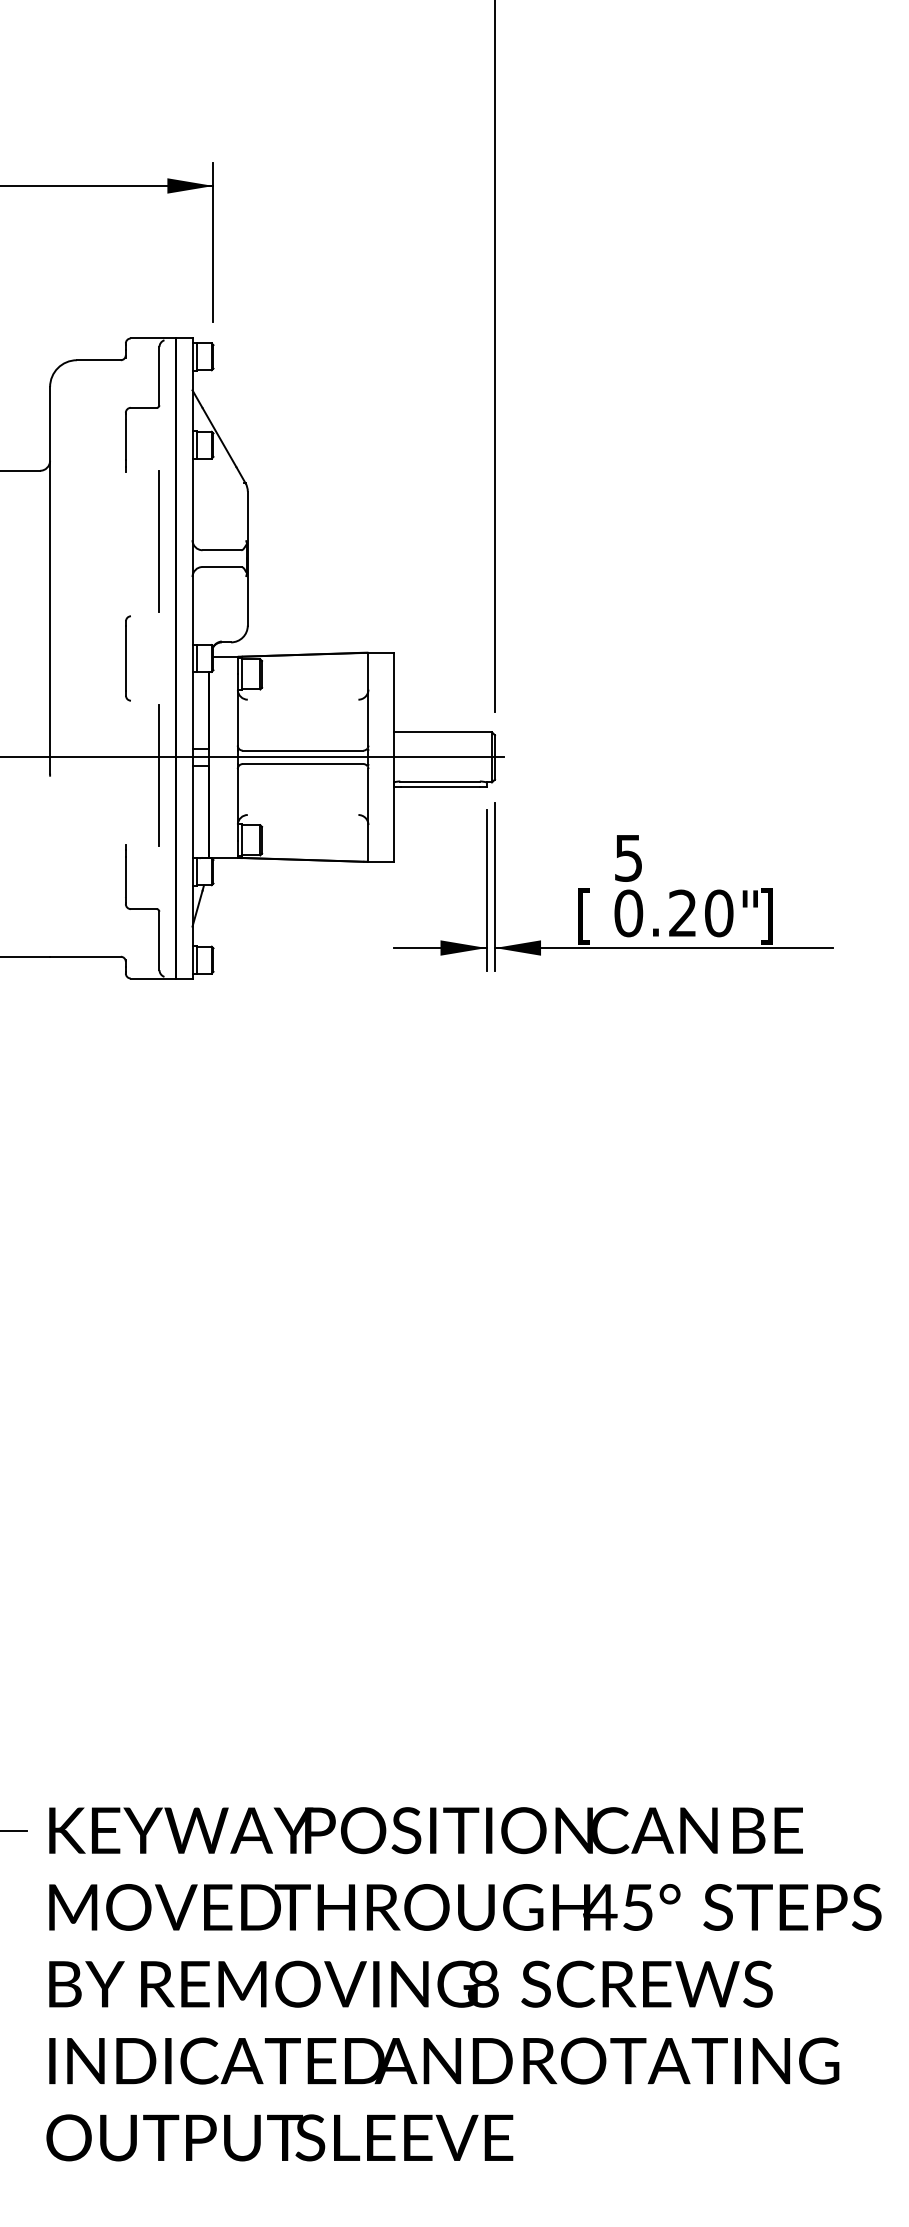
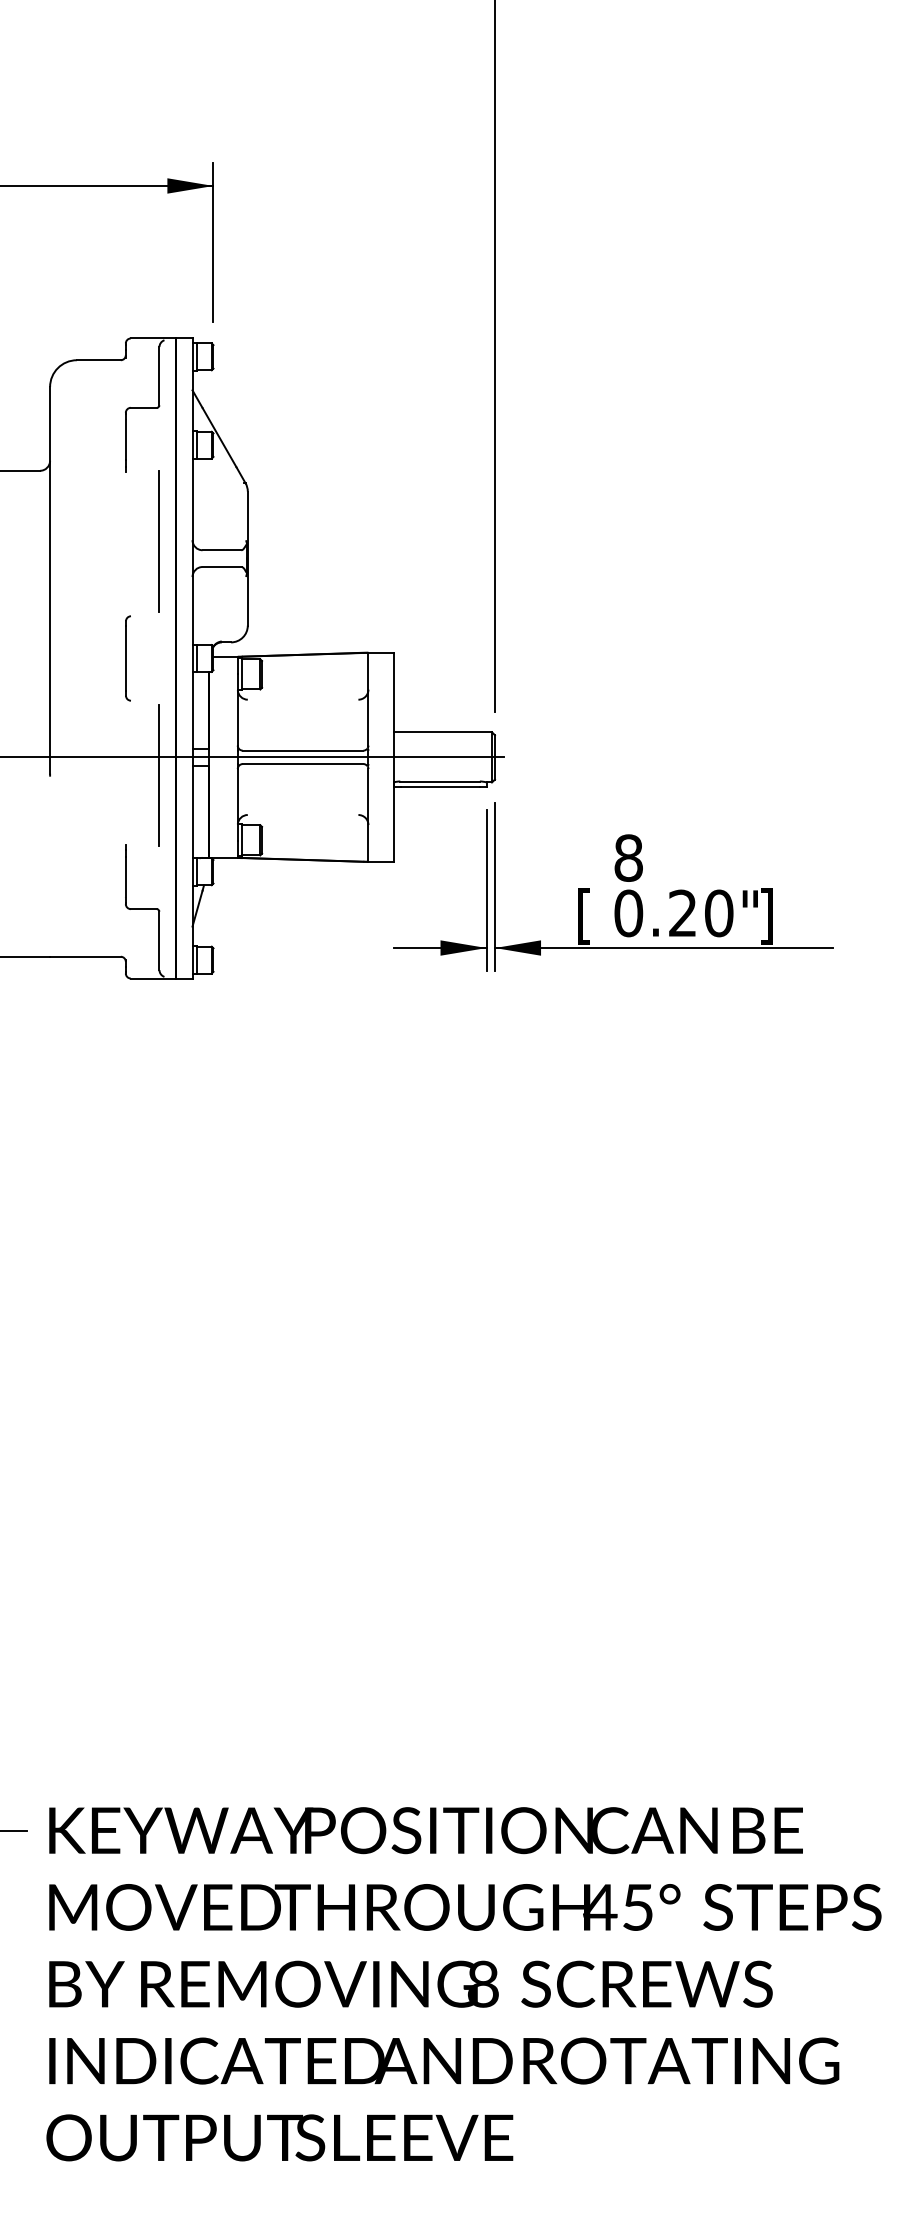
text at (628, 857): 5 -> 8
